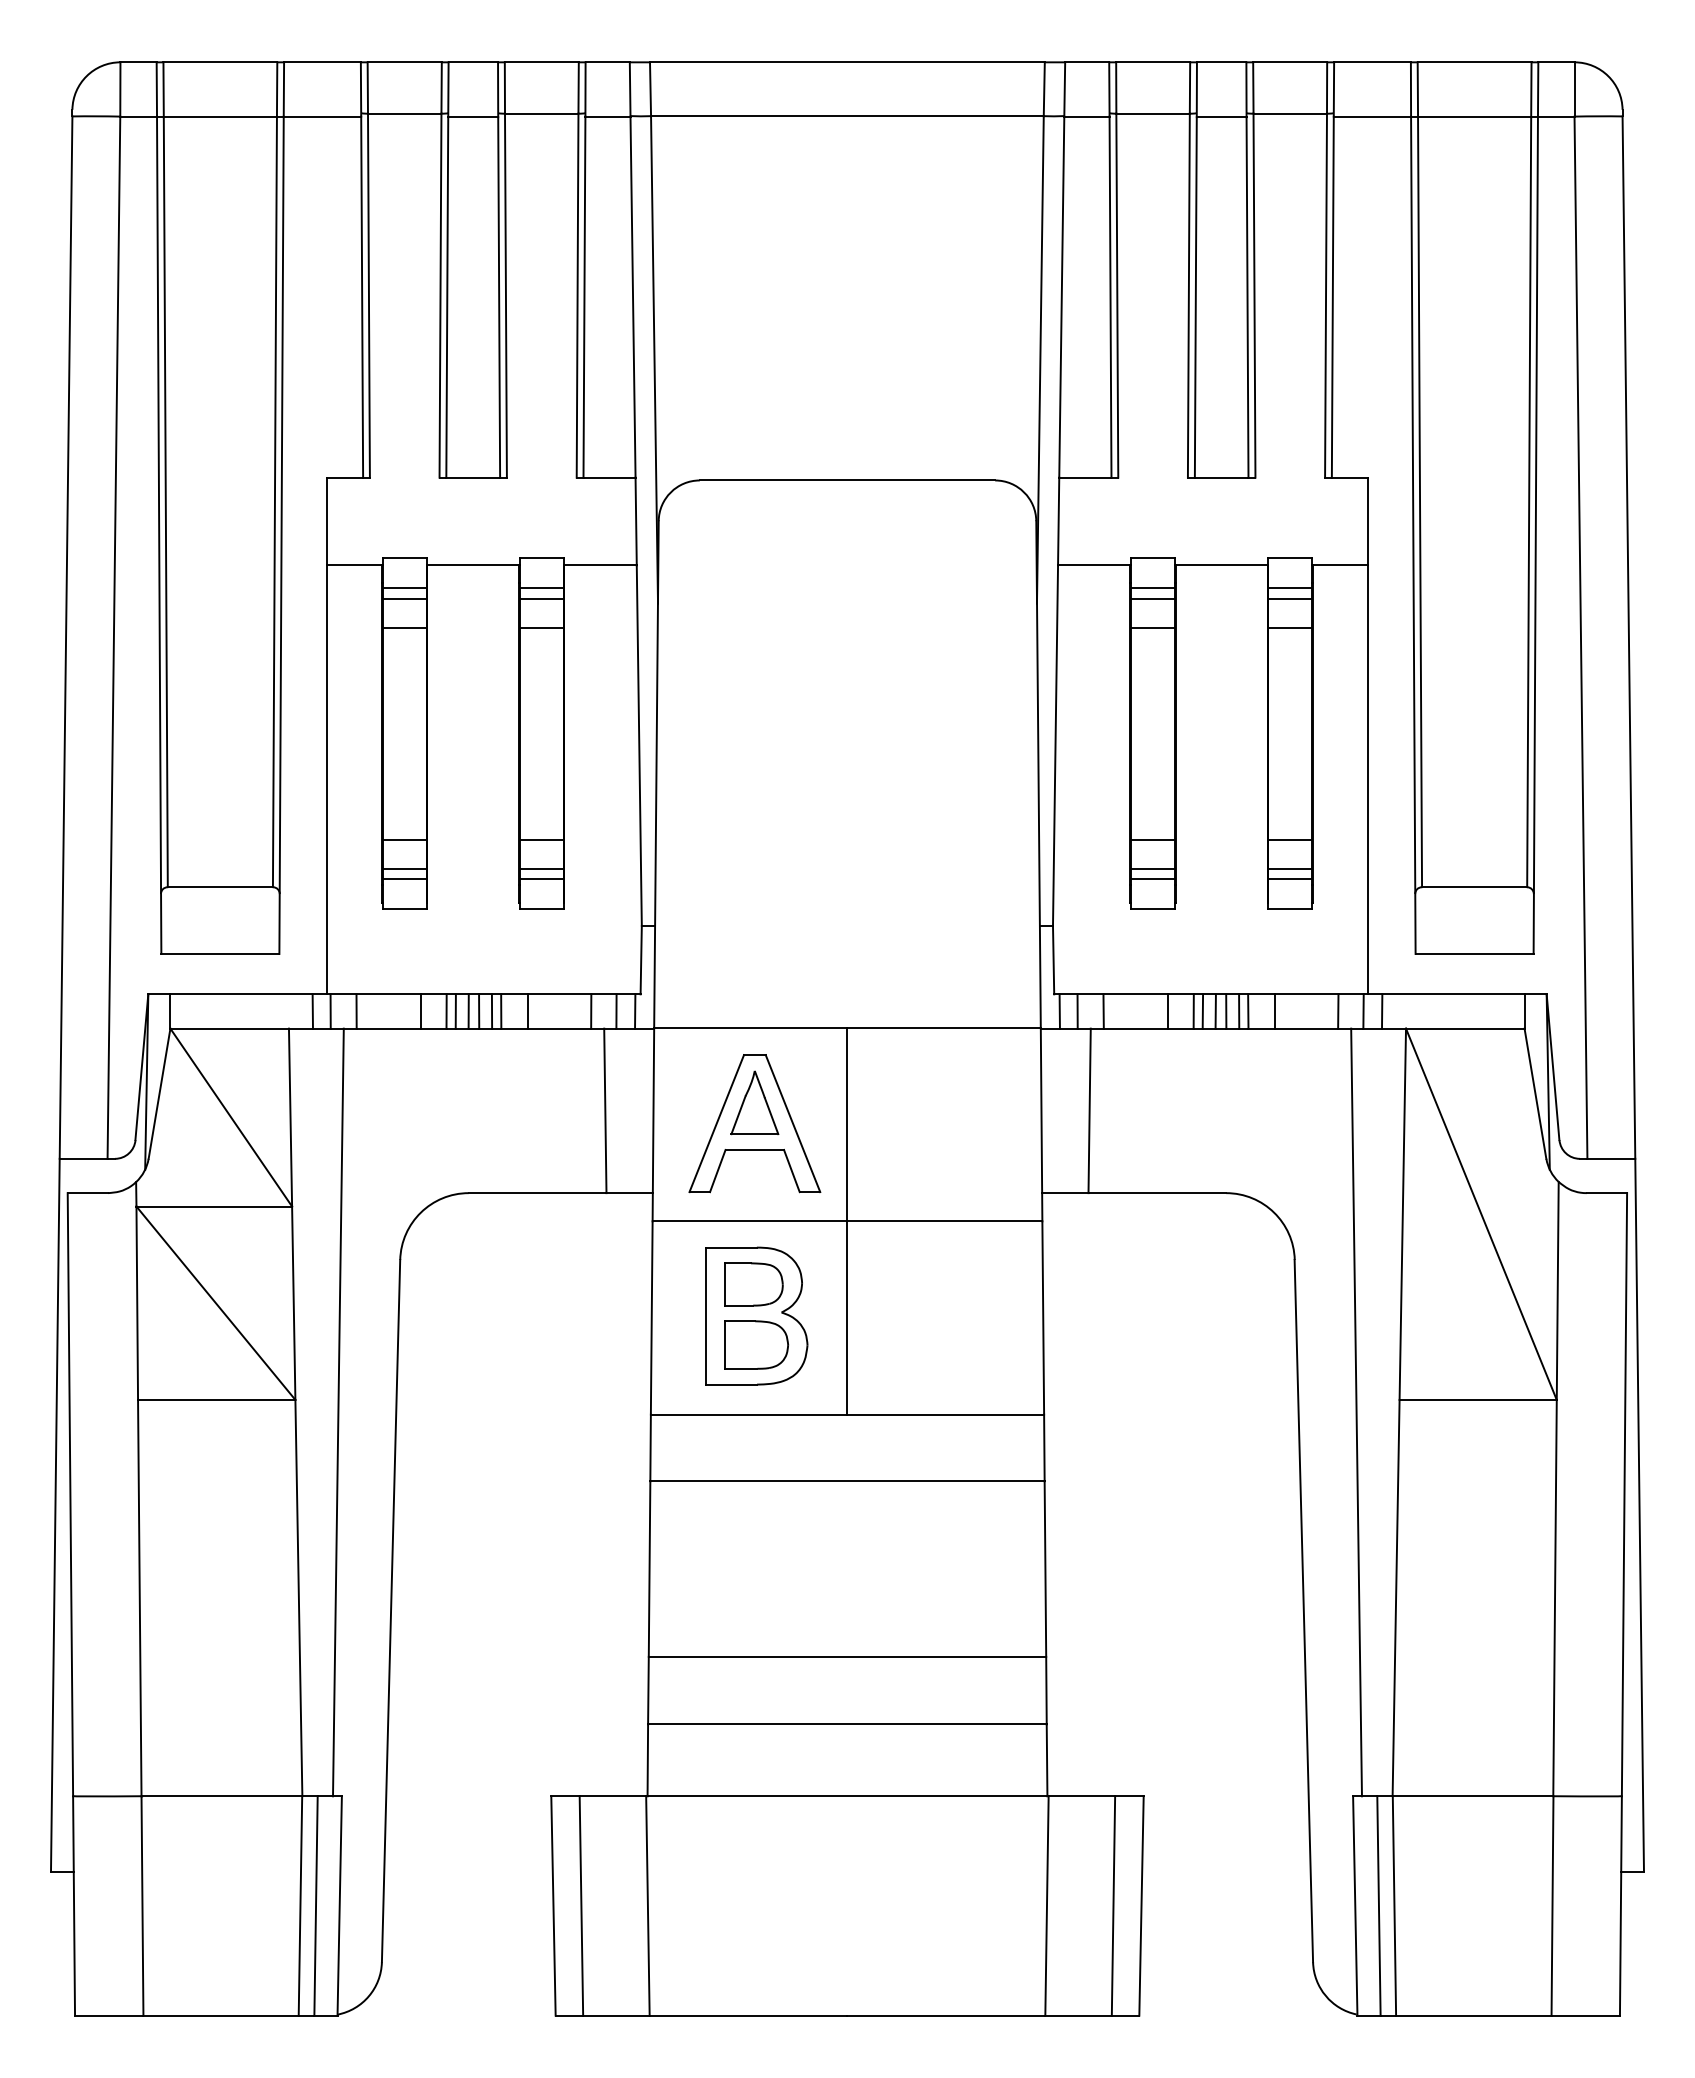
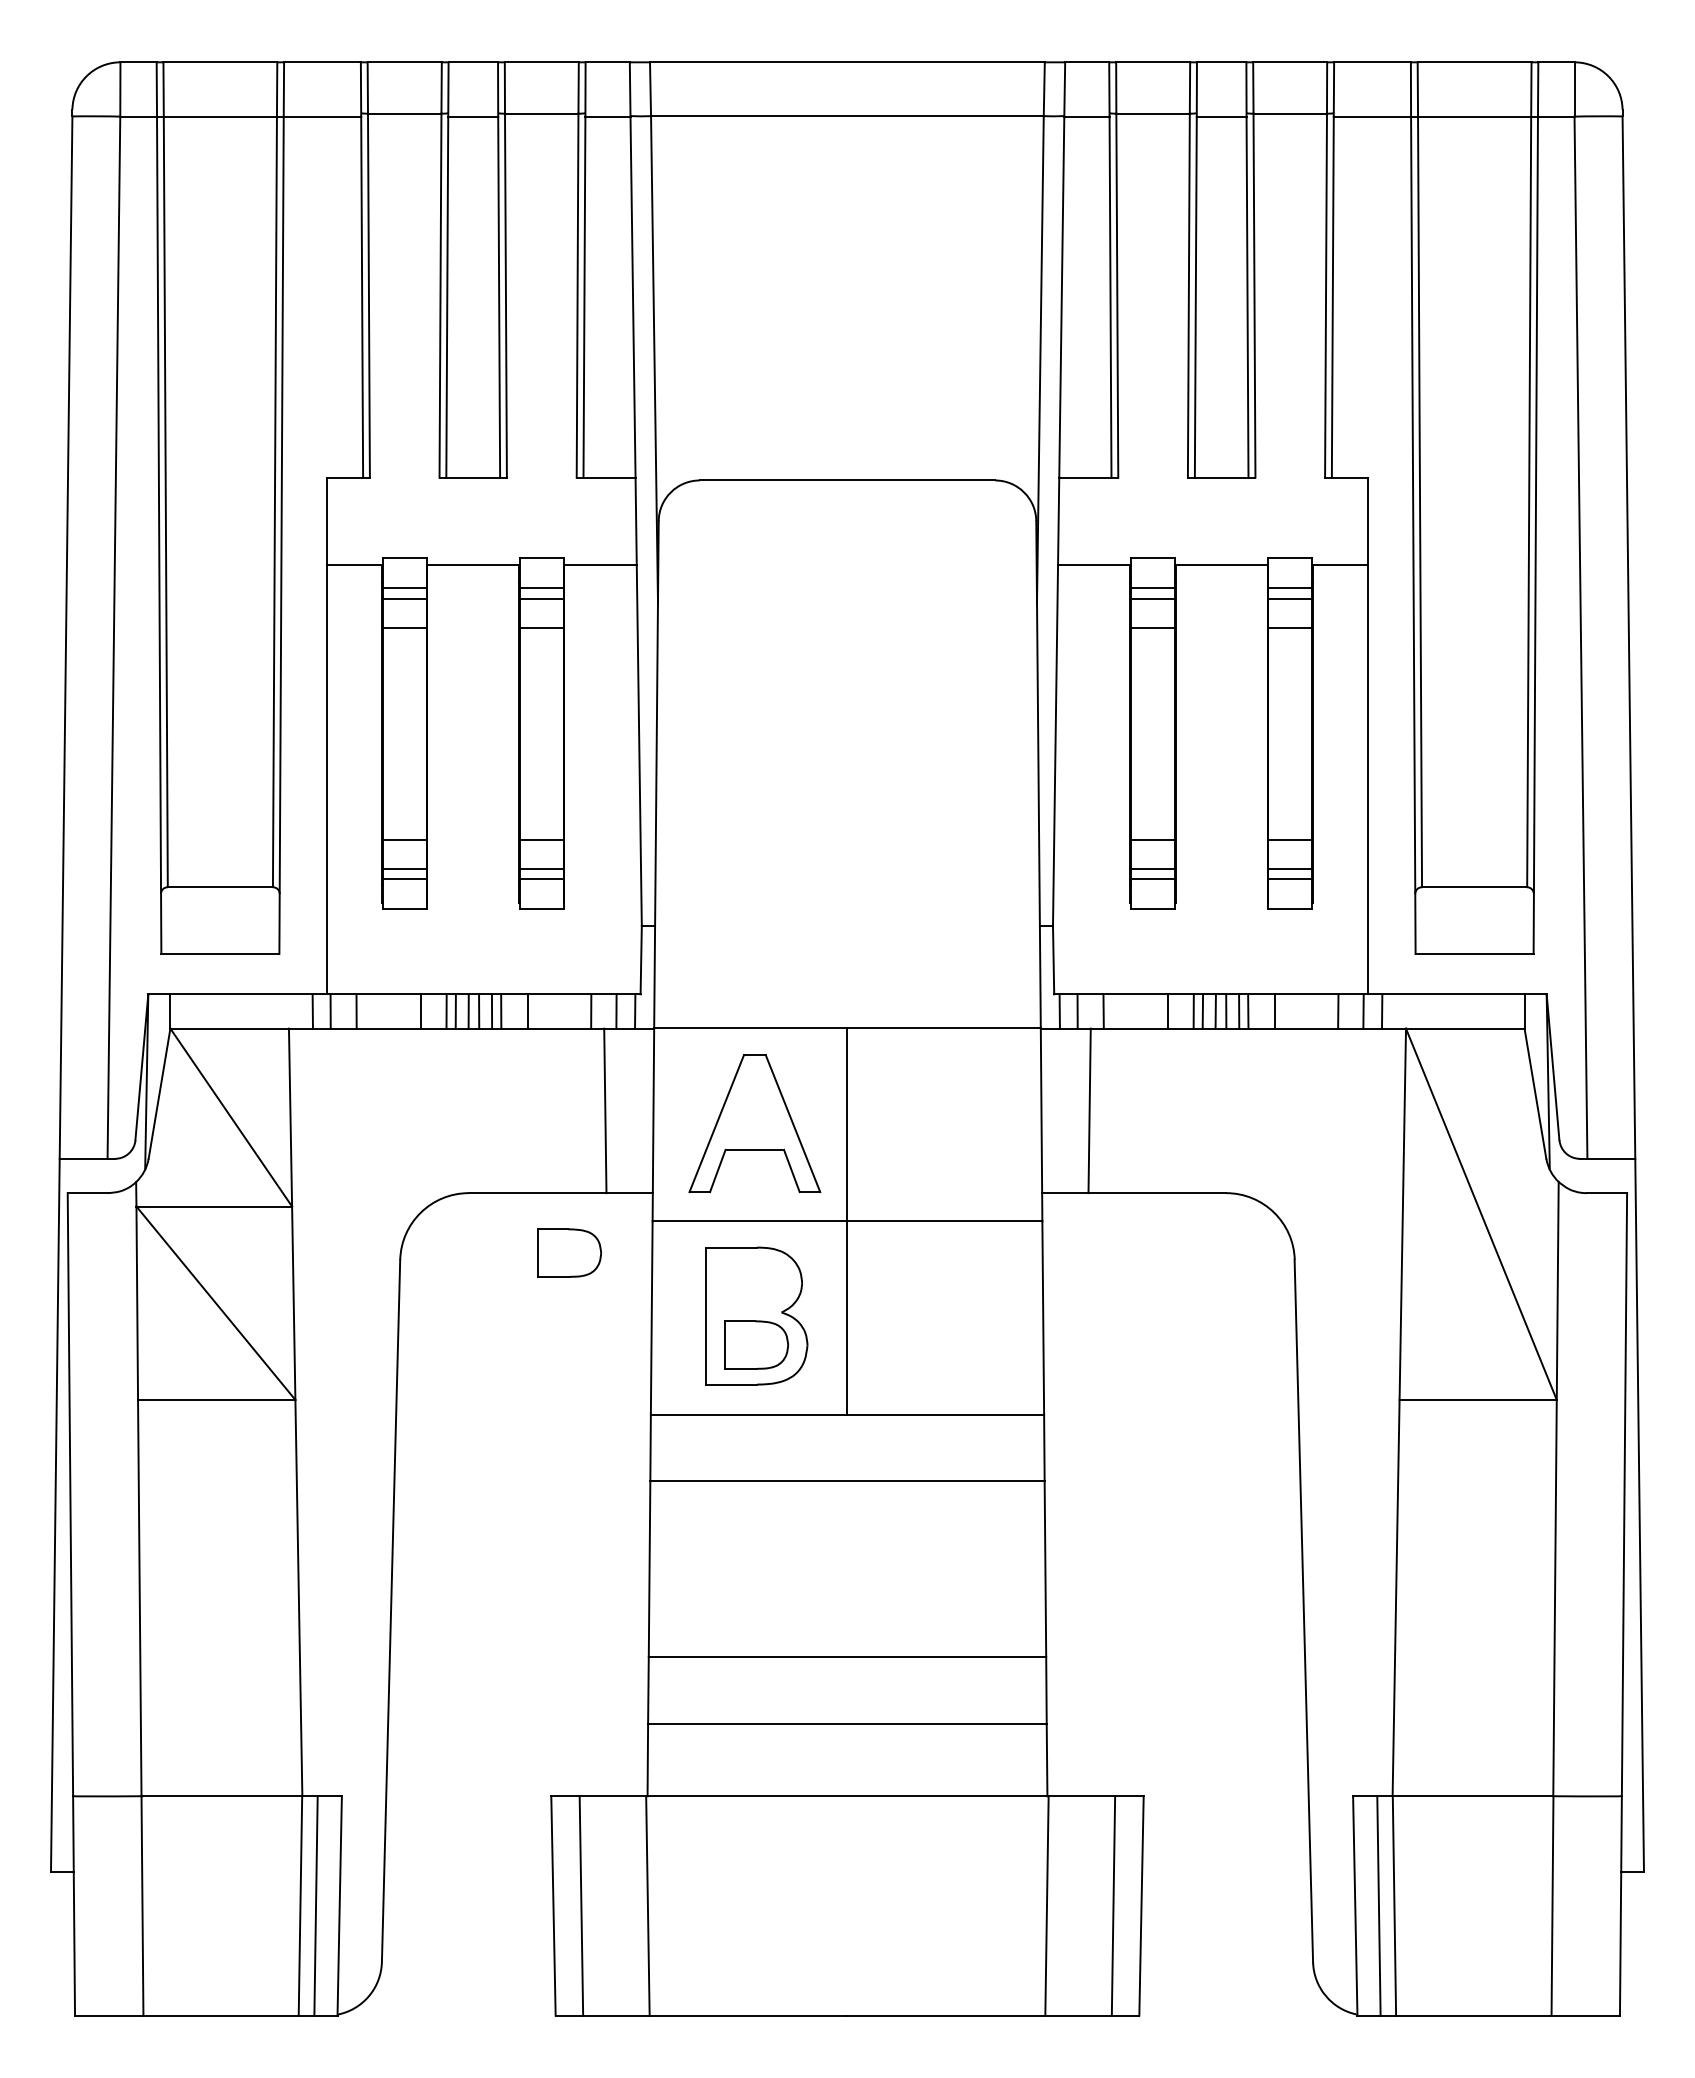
part at (754, 1102): present -> none
part at (569, 1252): none -> present
part at (753, 1284): present -> none
line at (338, 1412): present -> none
line at (1356, 1412): present -> none
